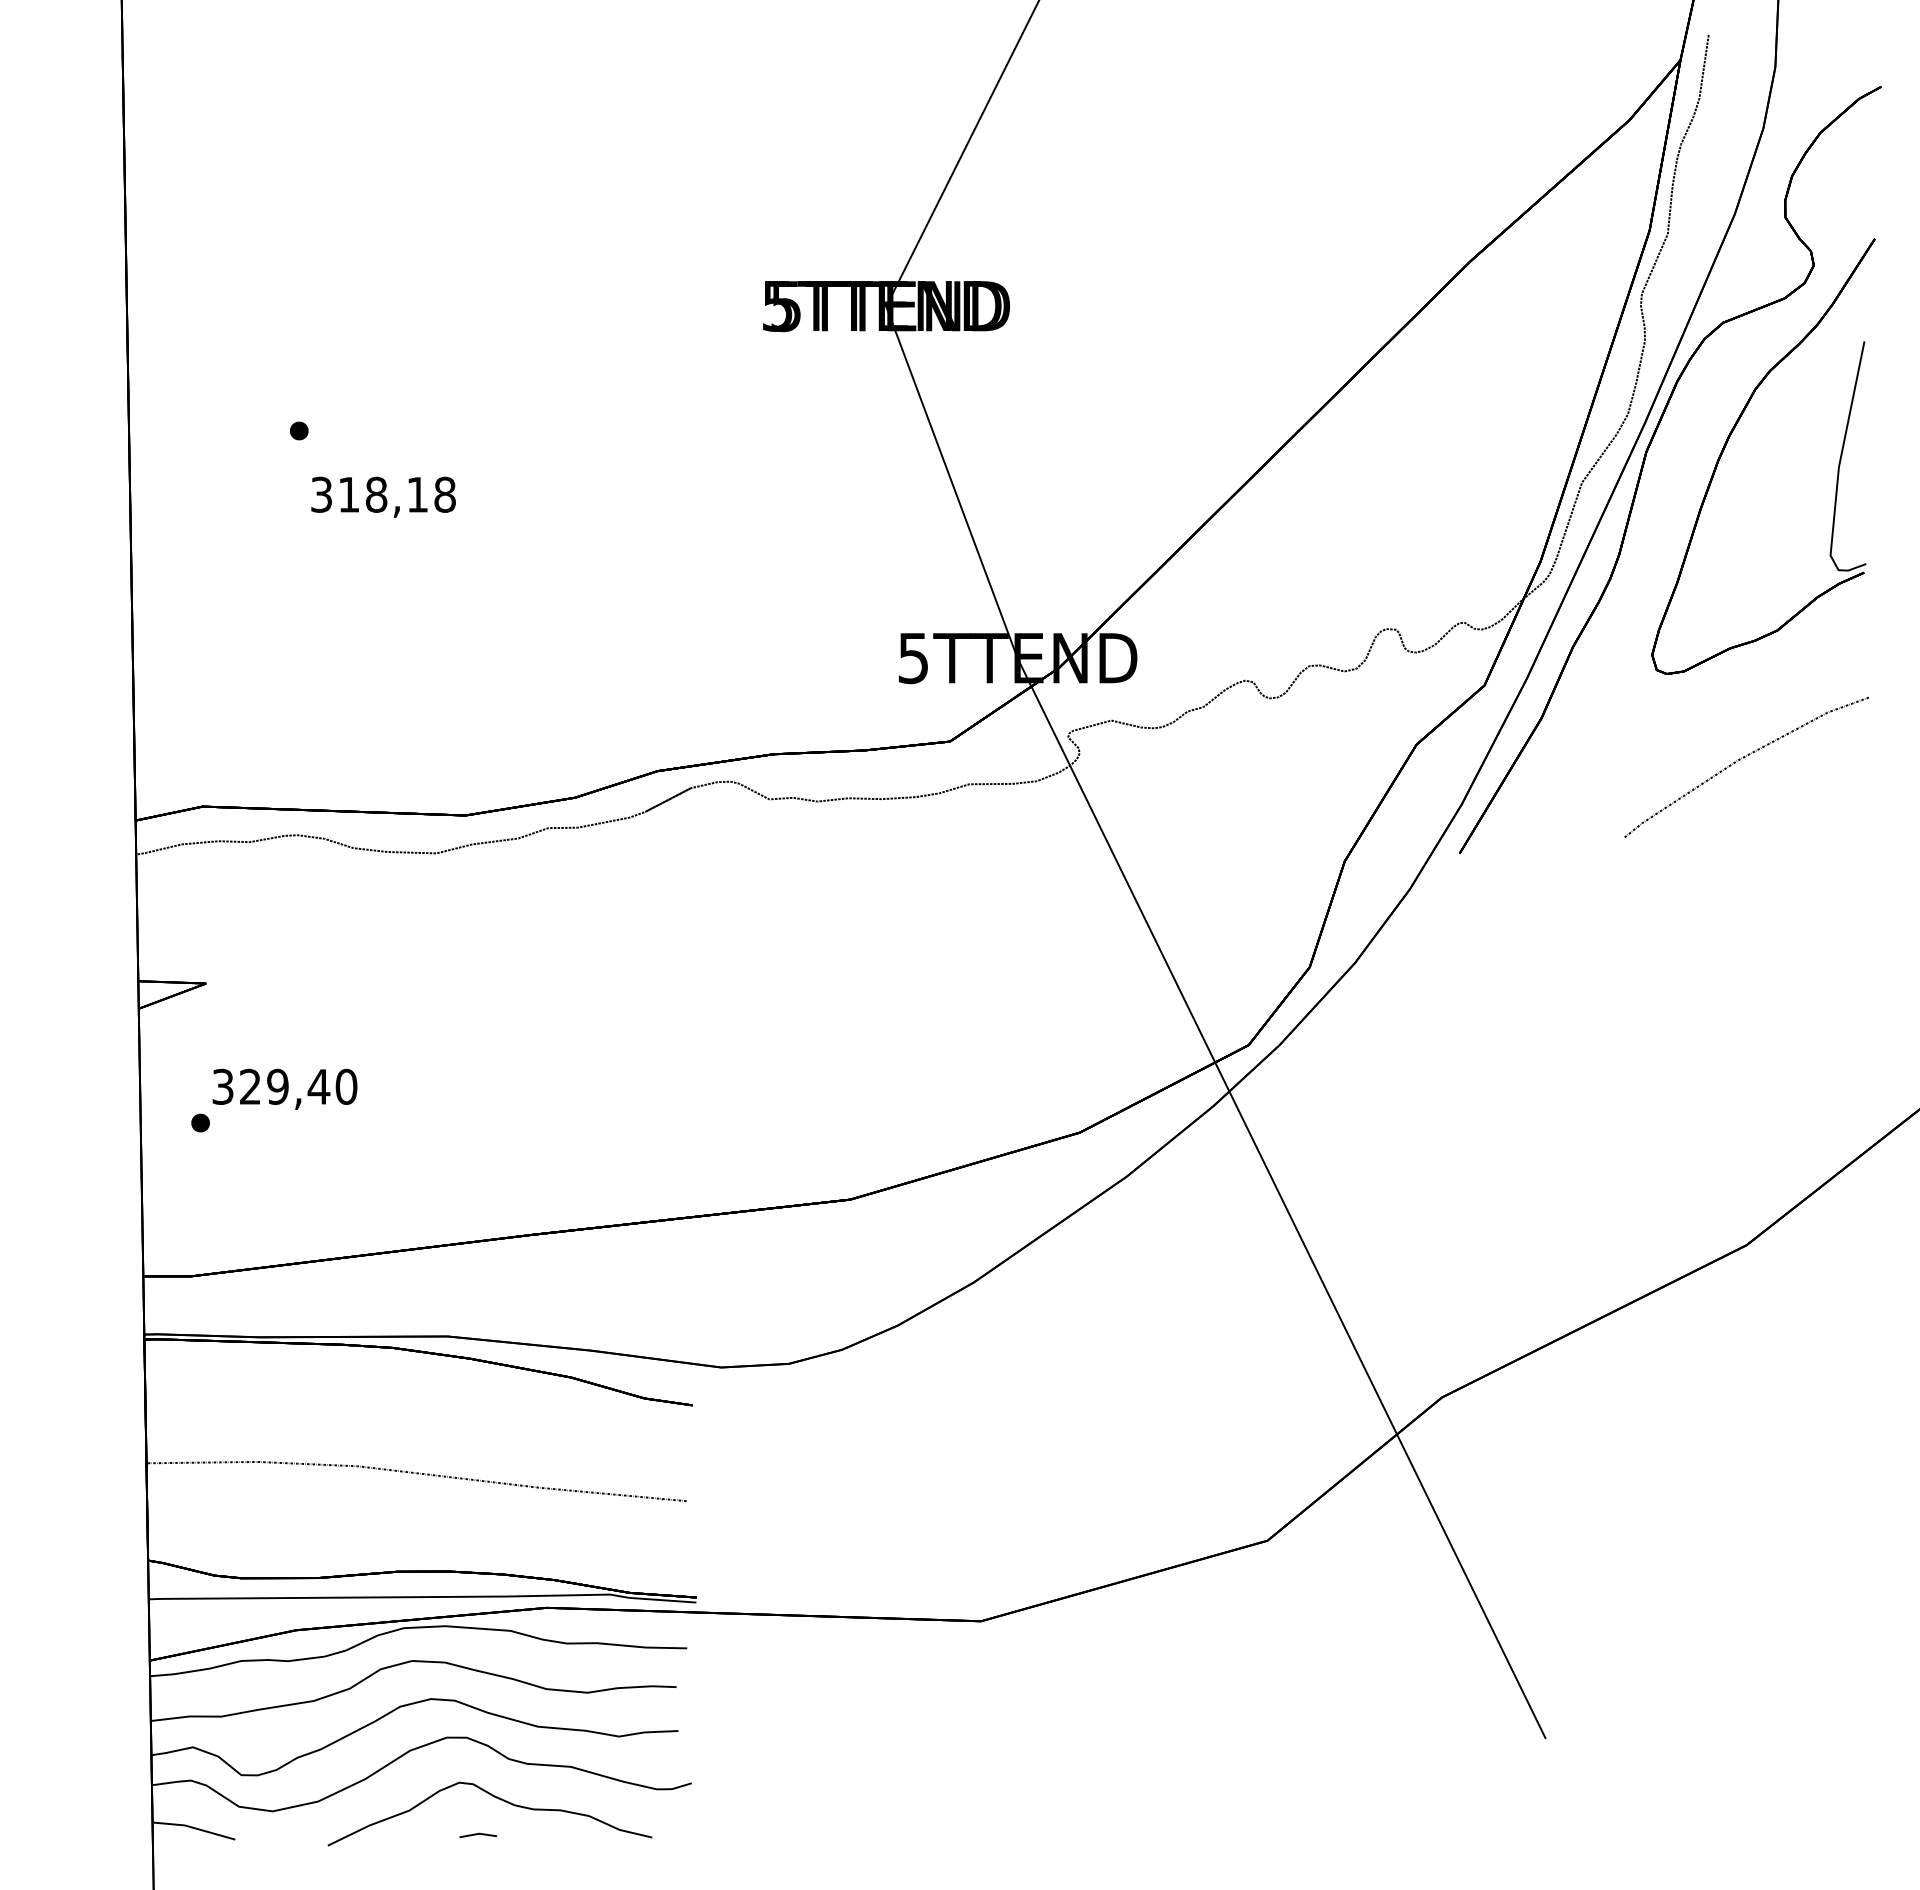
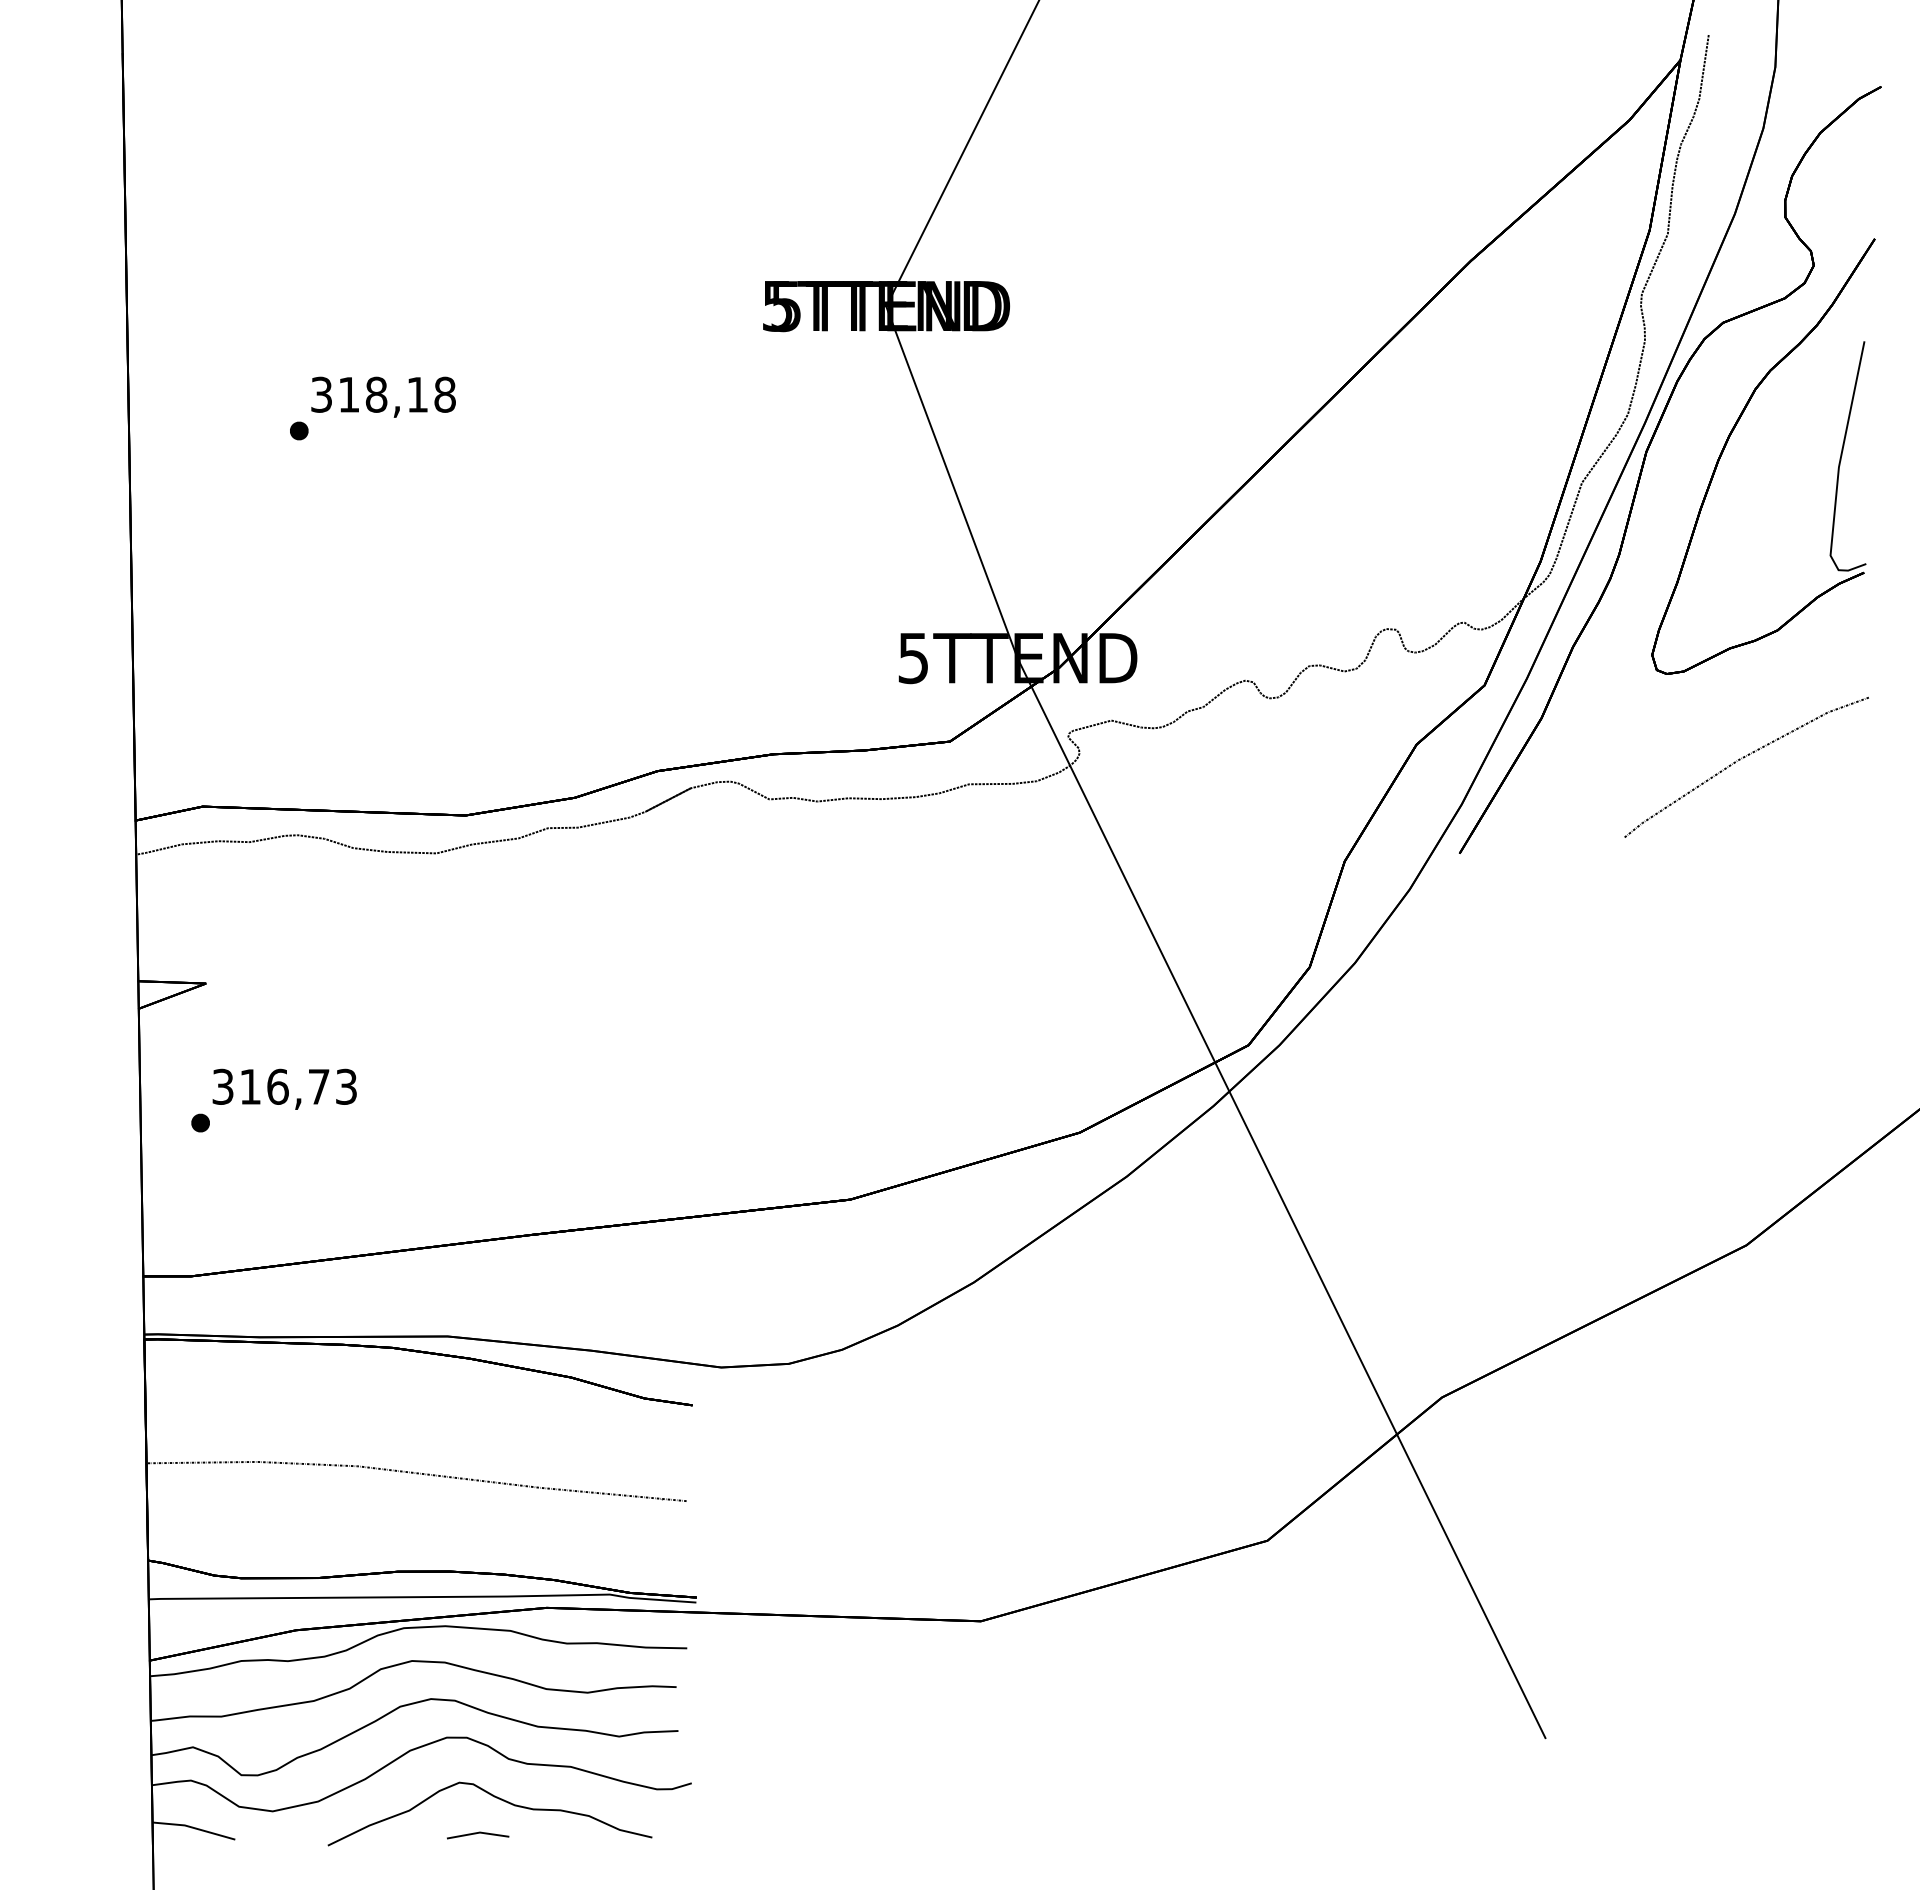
text at (383, 496) position: (383, 496) -> (383, 396)
text at (298, 1086): 329,40 -> 316,73
part at (477, 1835) size: 38x7 px -> 63x9 px
